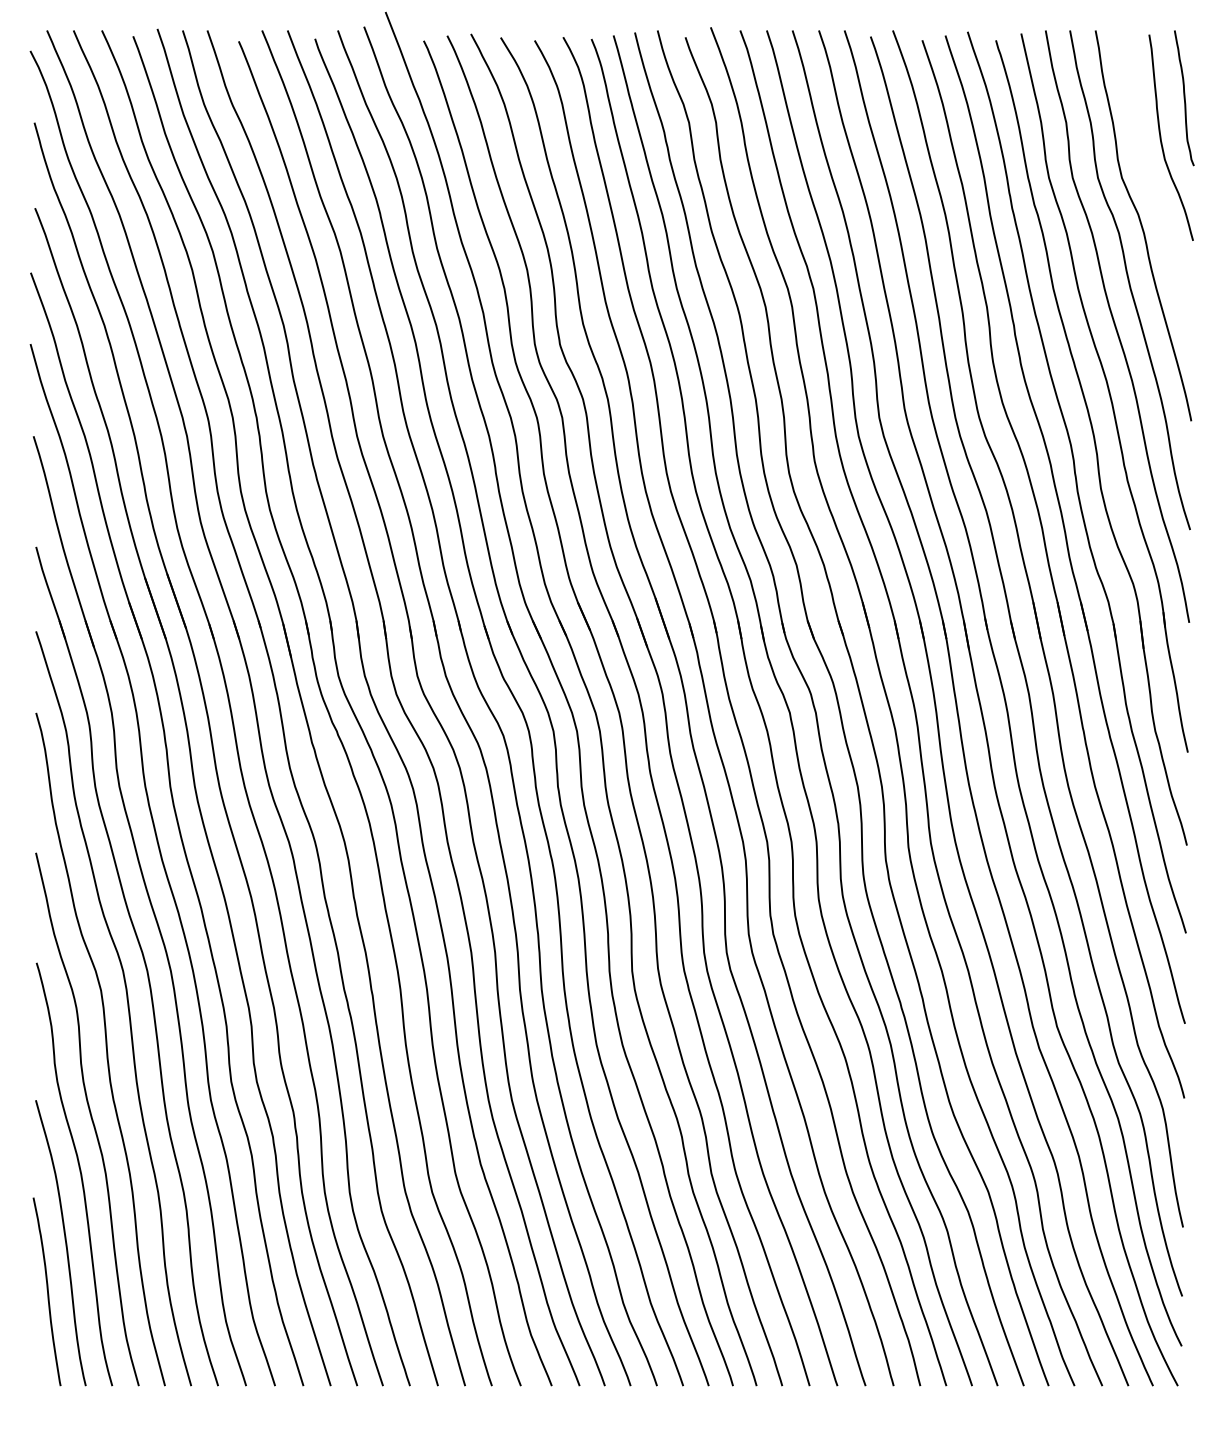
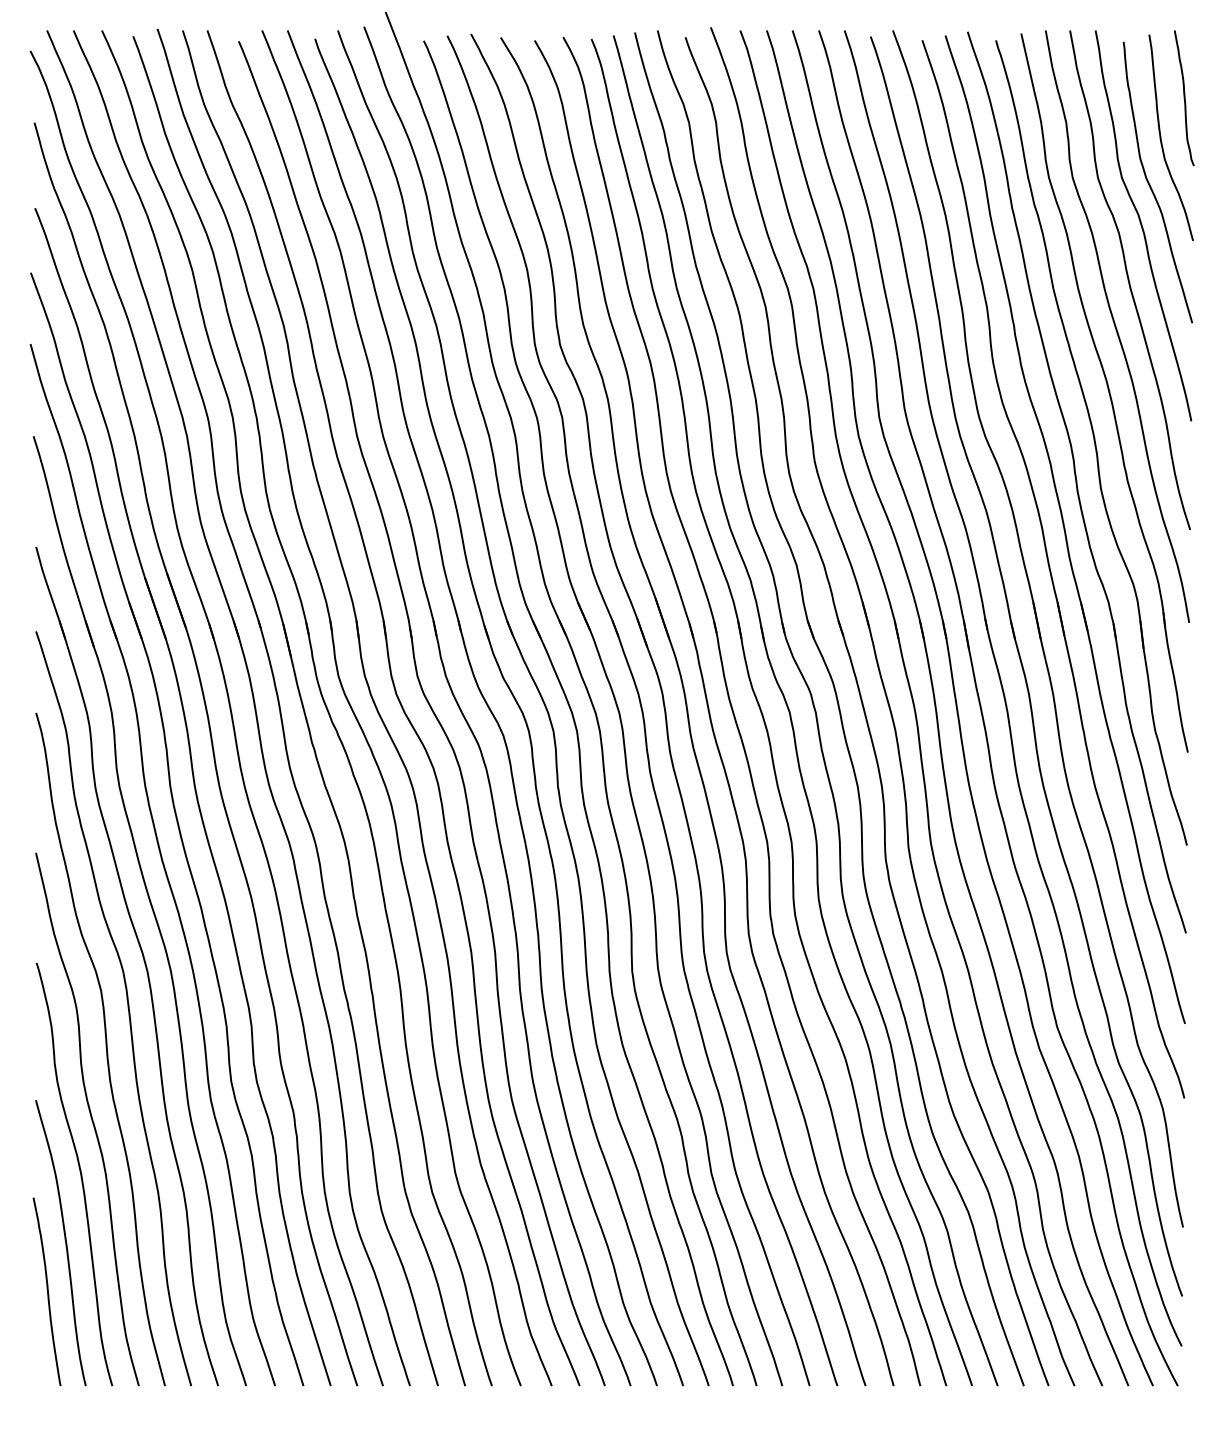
curve at (1151, 186): none -> present
